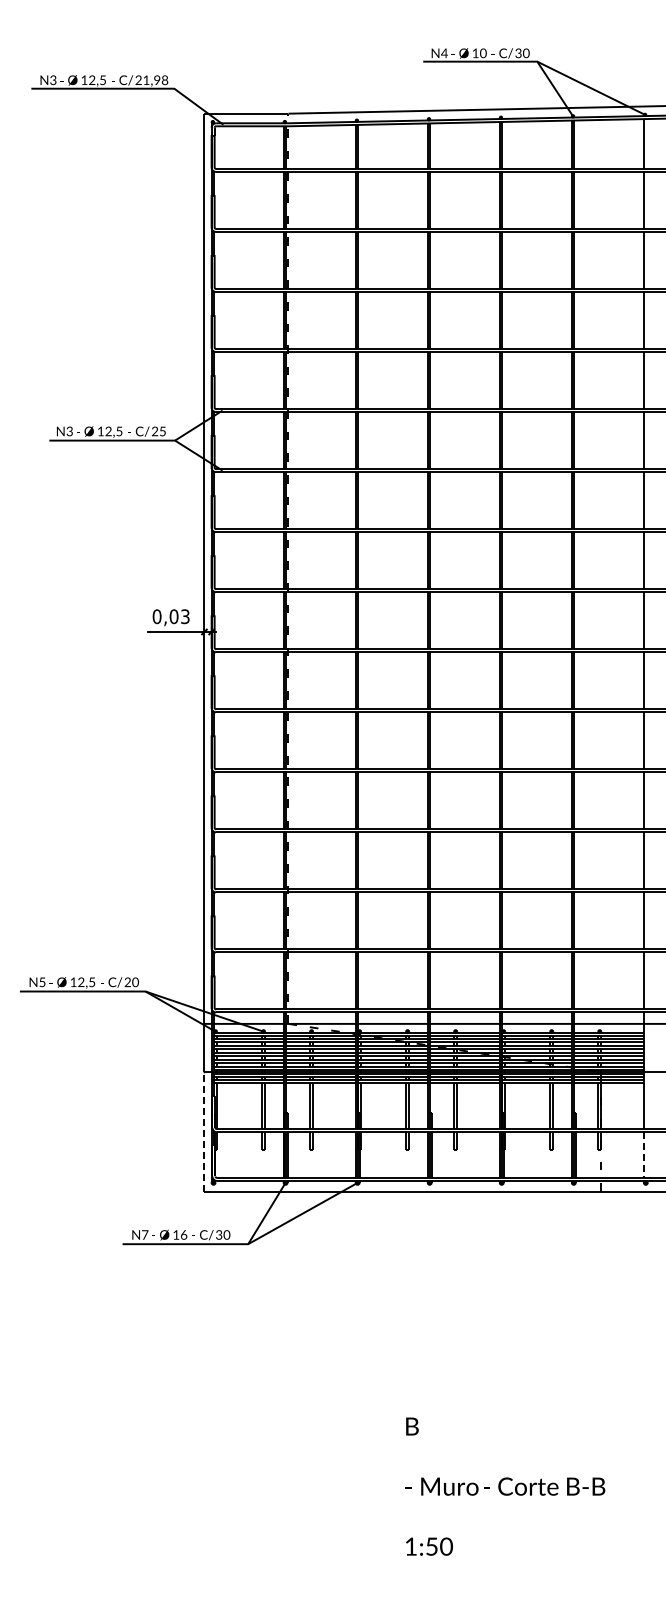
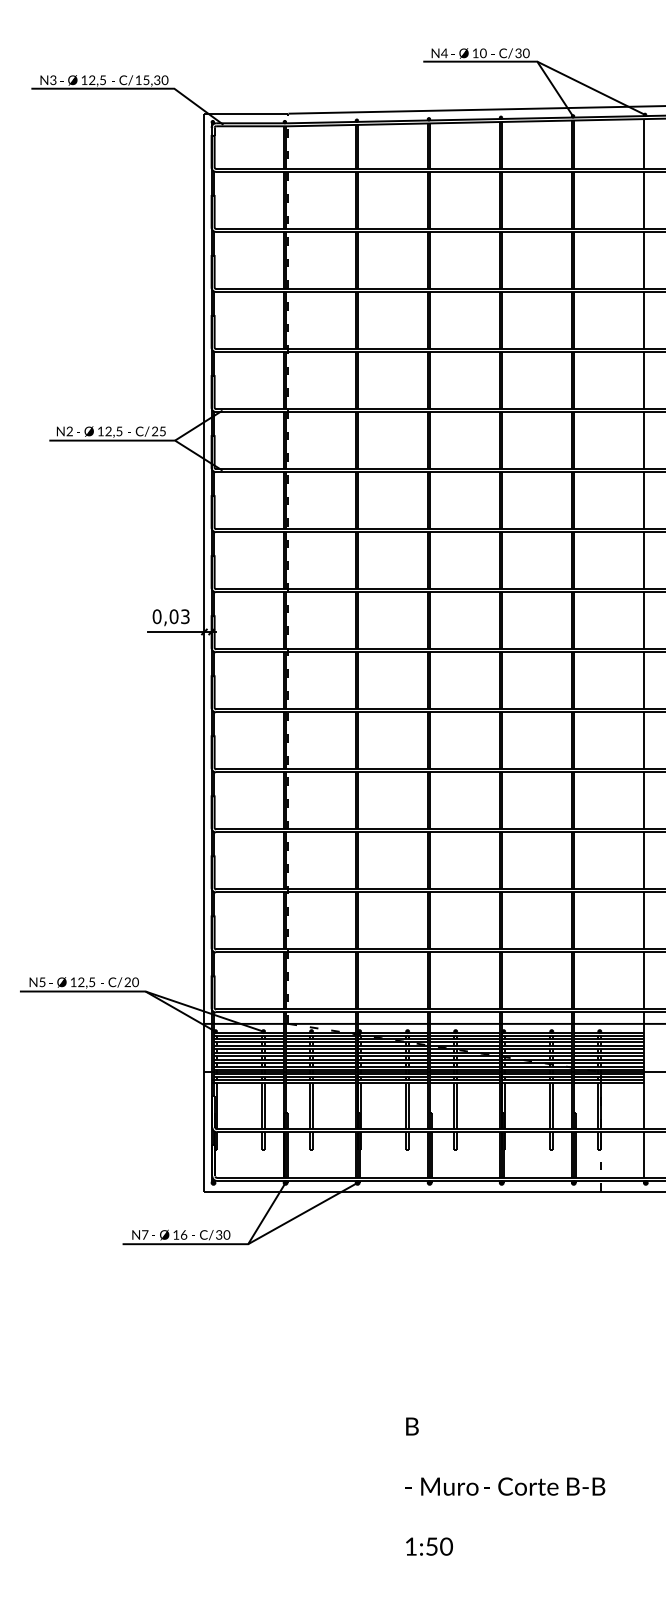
text at (151, 80): 21,98 -> 15,30
text at (69, 433): N3 -> N2
line at (204, 1131): dashed -> solid
line at (643, 1155): dashed -> solid
